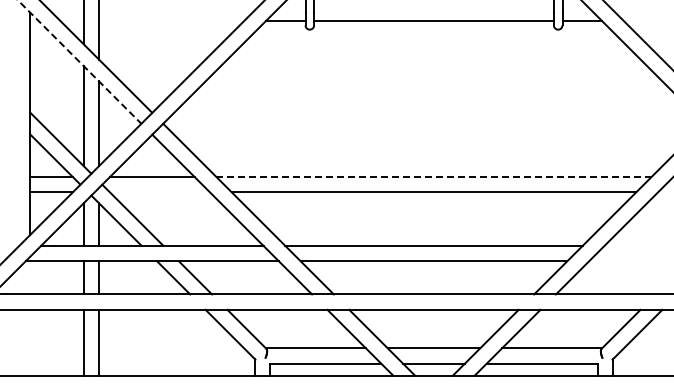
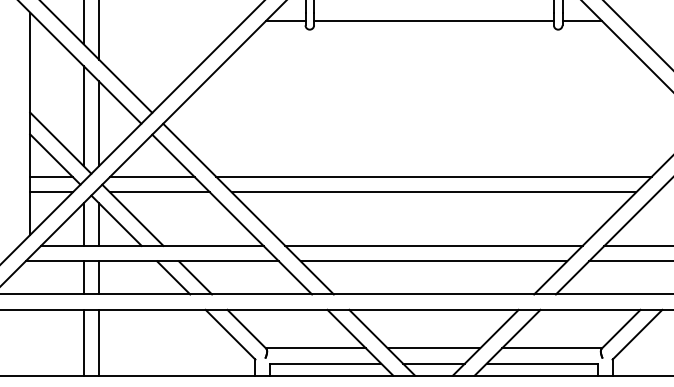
line at (79, 62): dashed -> solid
line at (434, 177): dashed -> solid
line at (160, 192): none -> present
line at (637, 245): none -> present
line at (629, 261): none -> present
